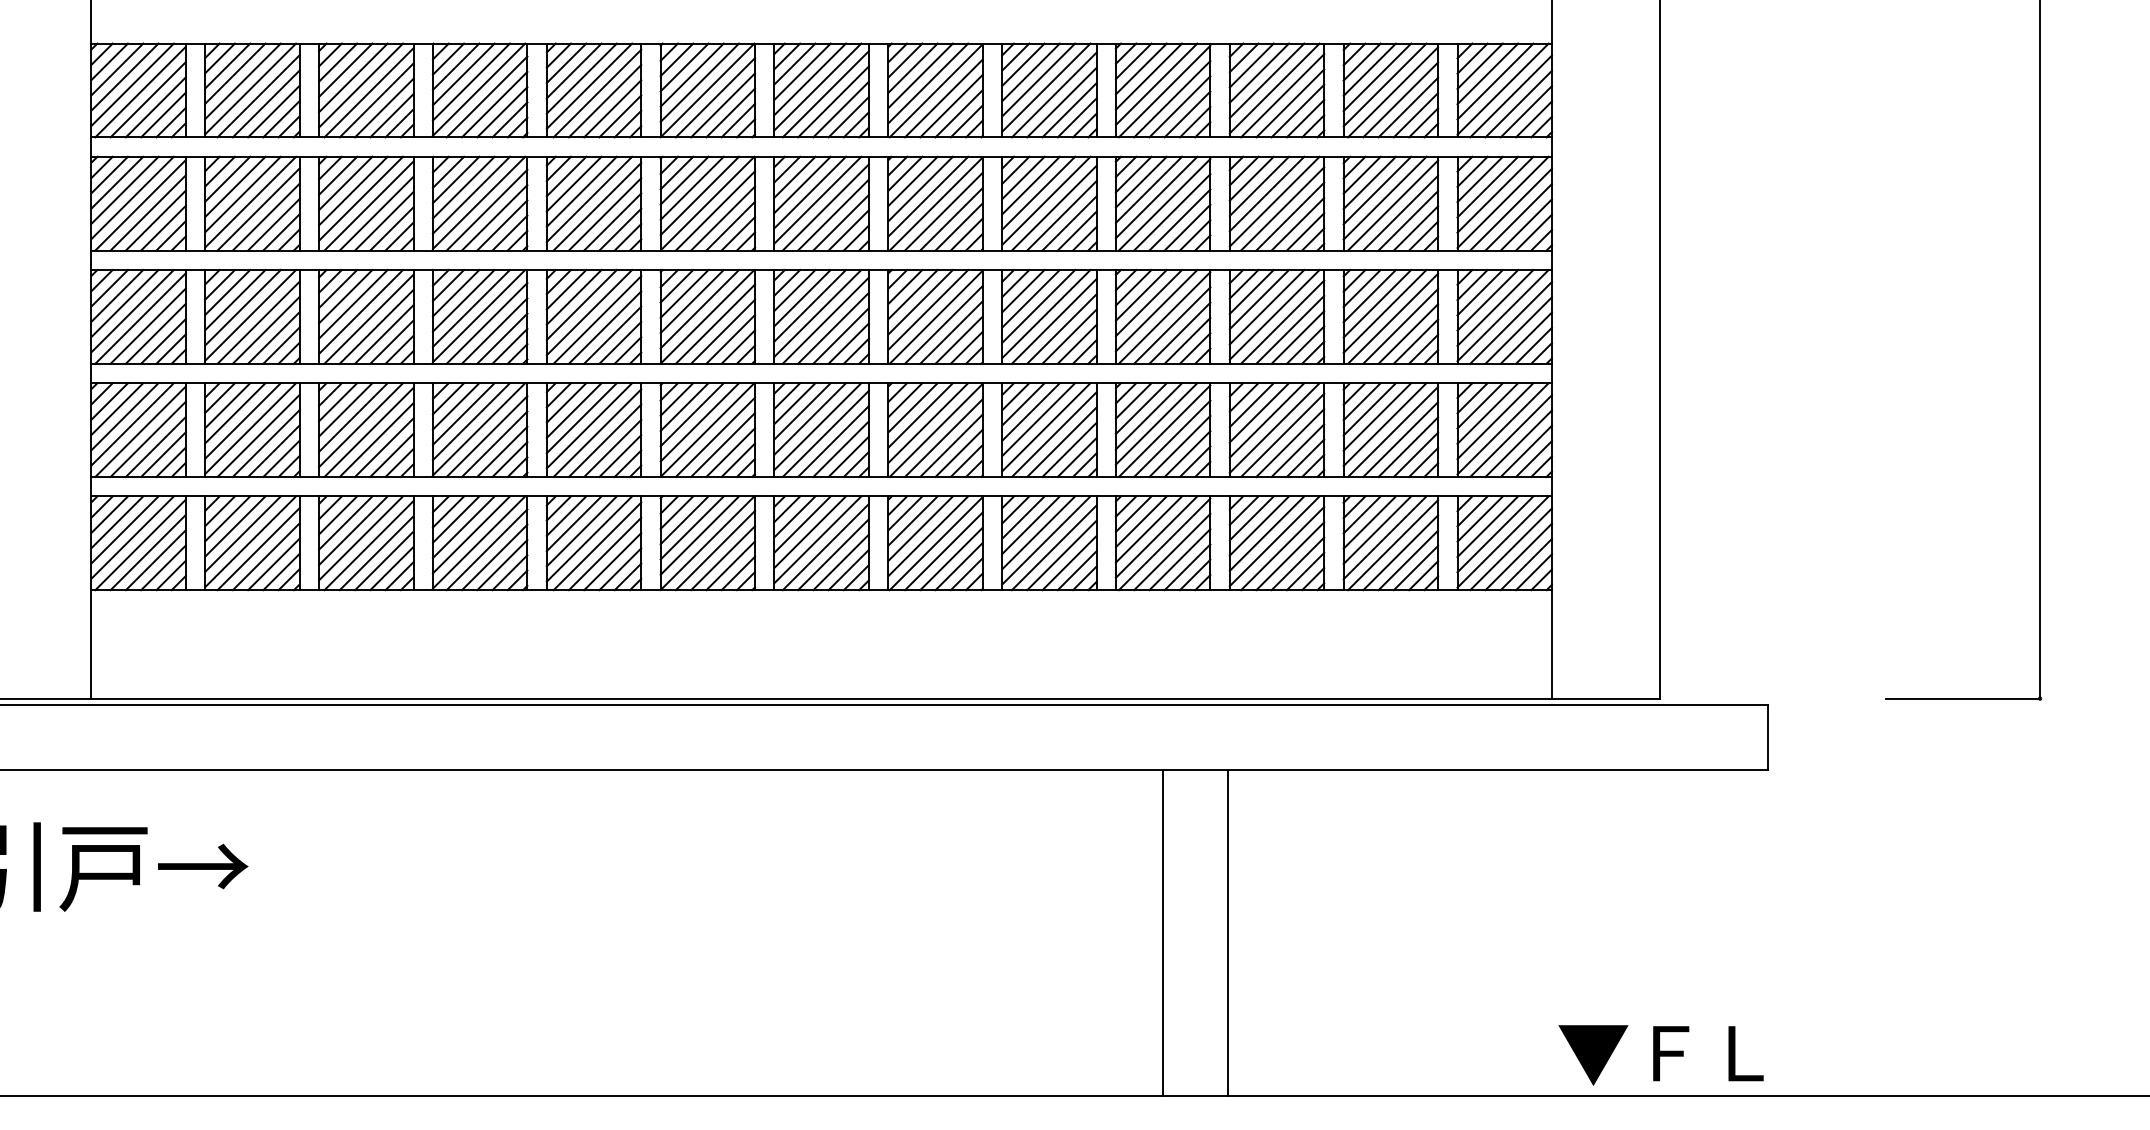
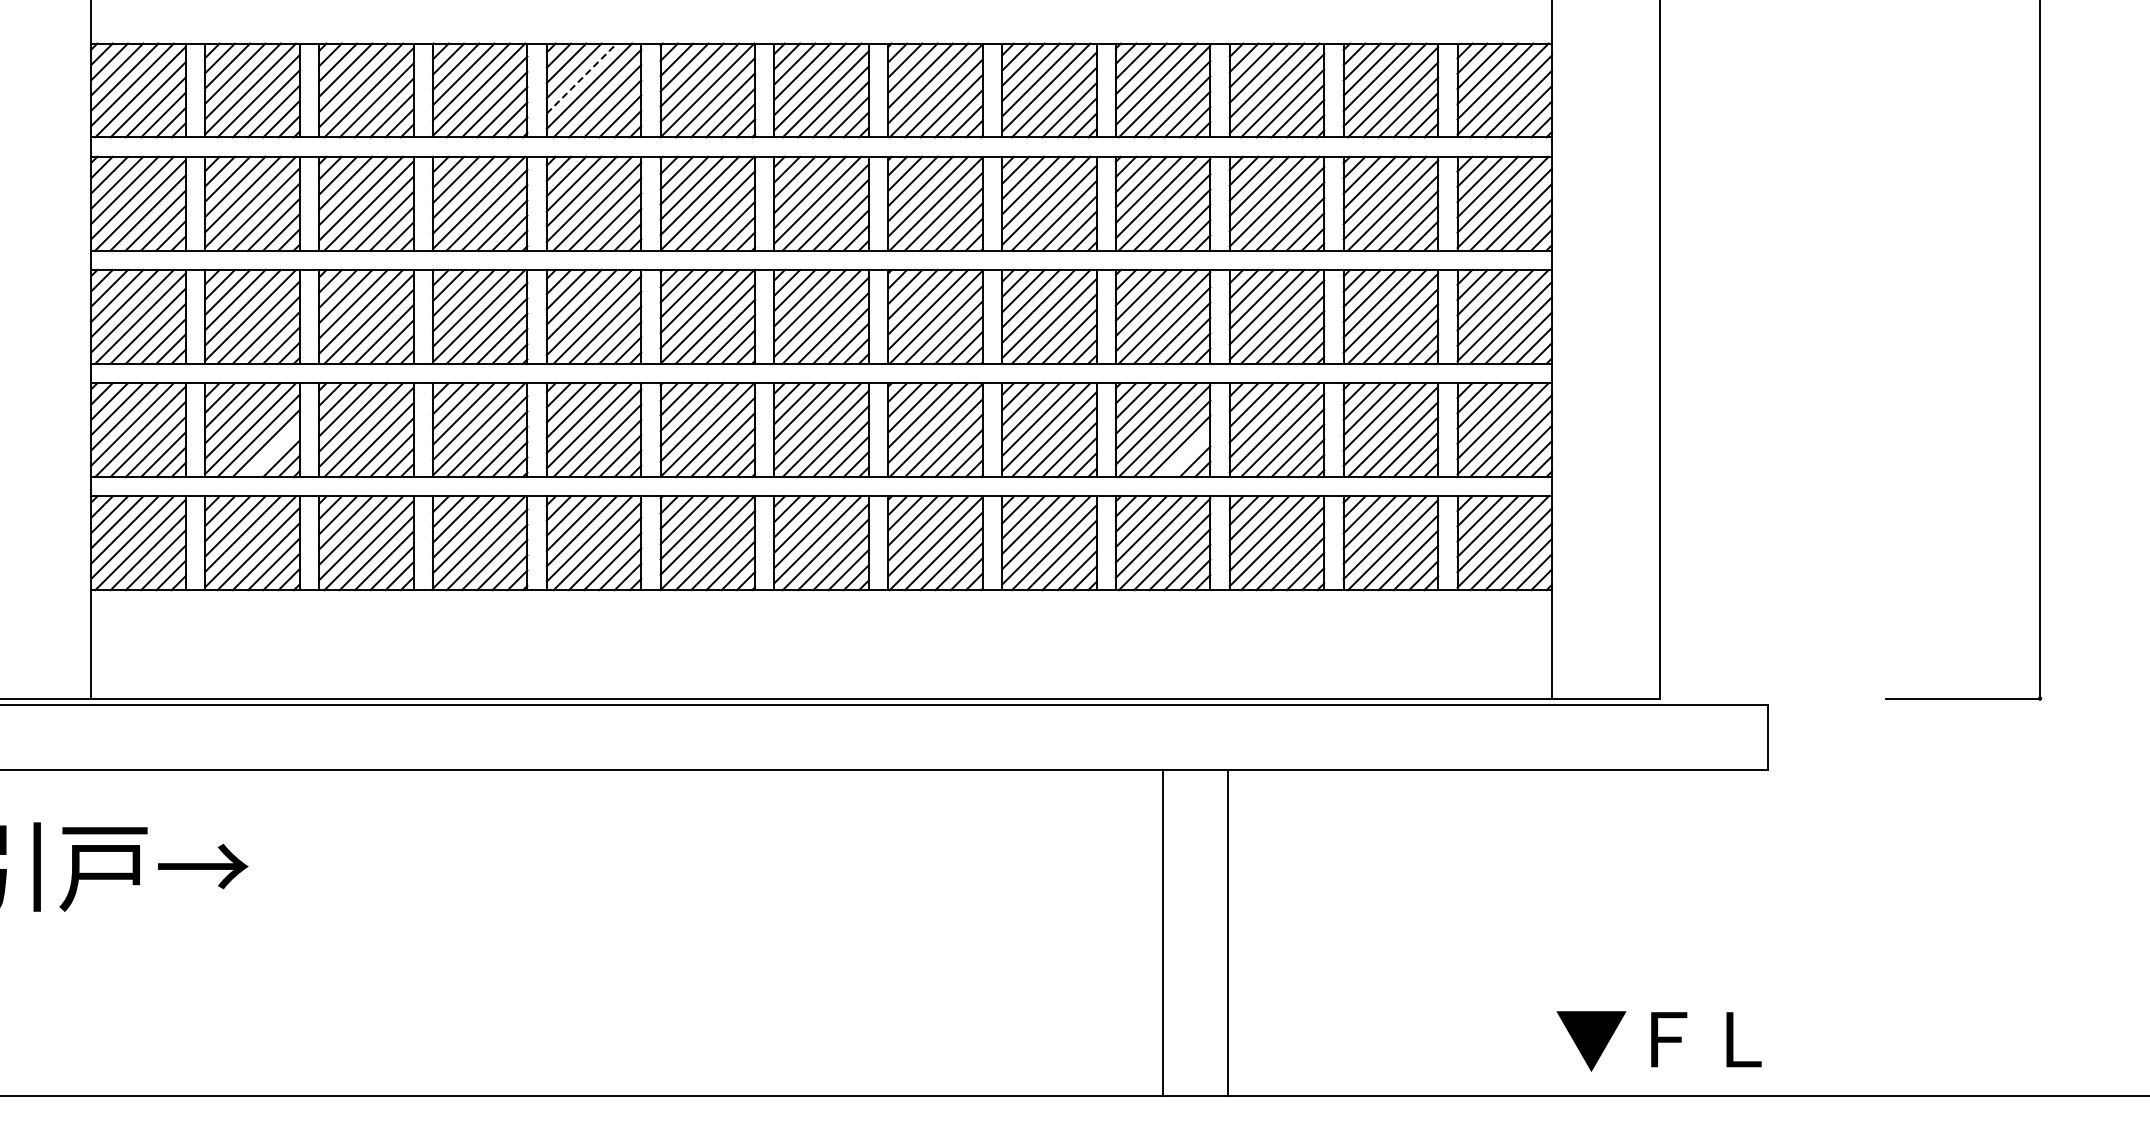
line at (582, 78): solid -> dashed
line at (273, 450): present -> none
line at (1187, 453): present -> none
text at (1660, 1055) position: (1660, 1055) -> (1658, 1041)
